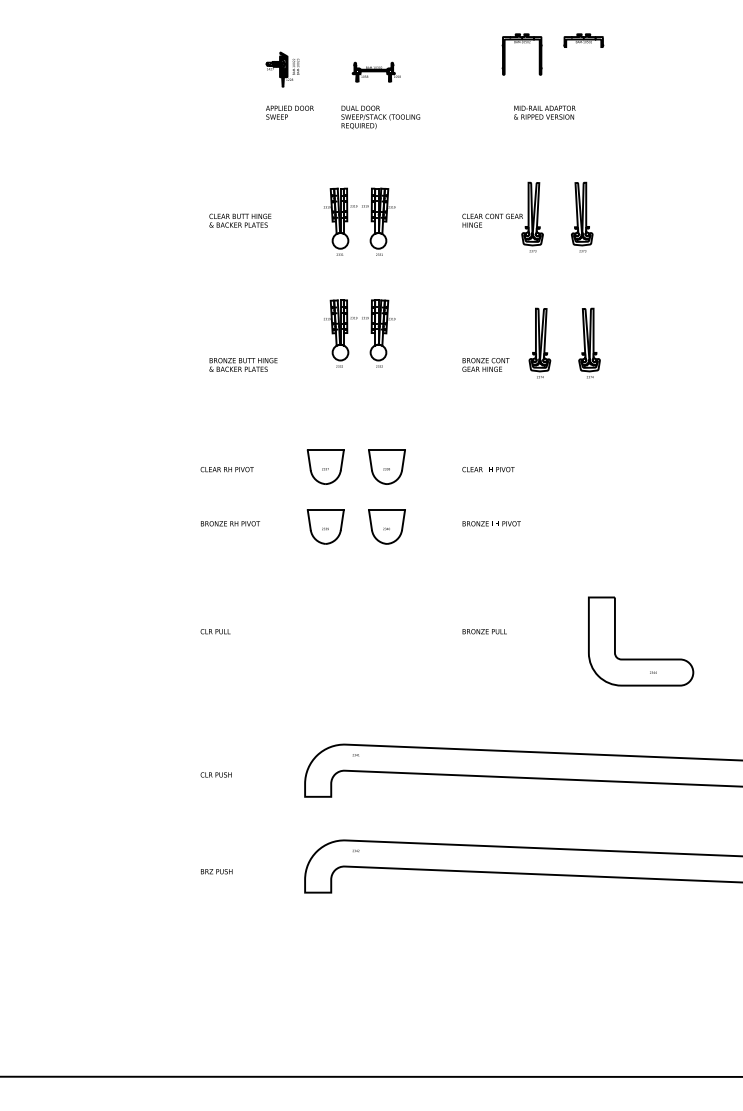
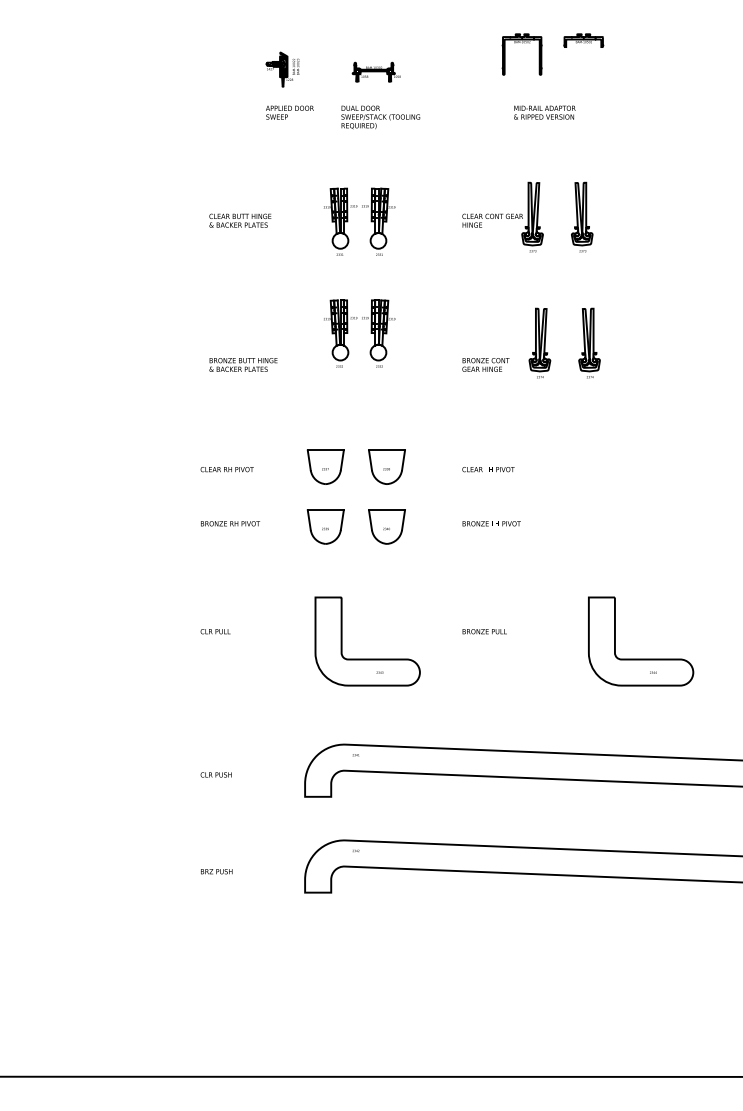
part at (367, 658): none -> present
